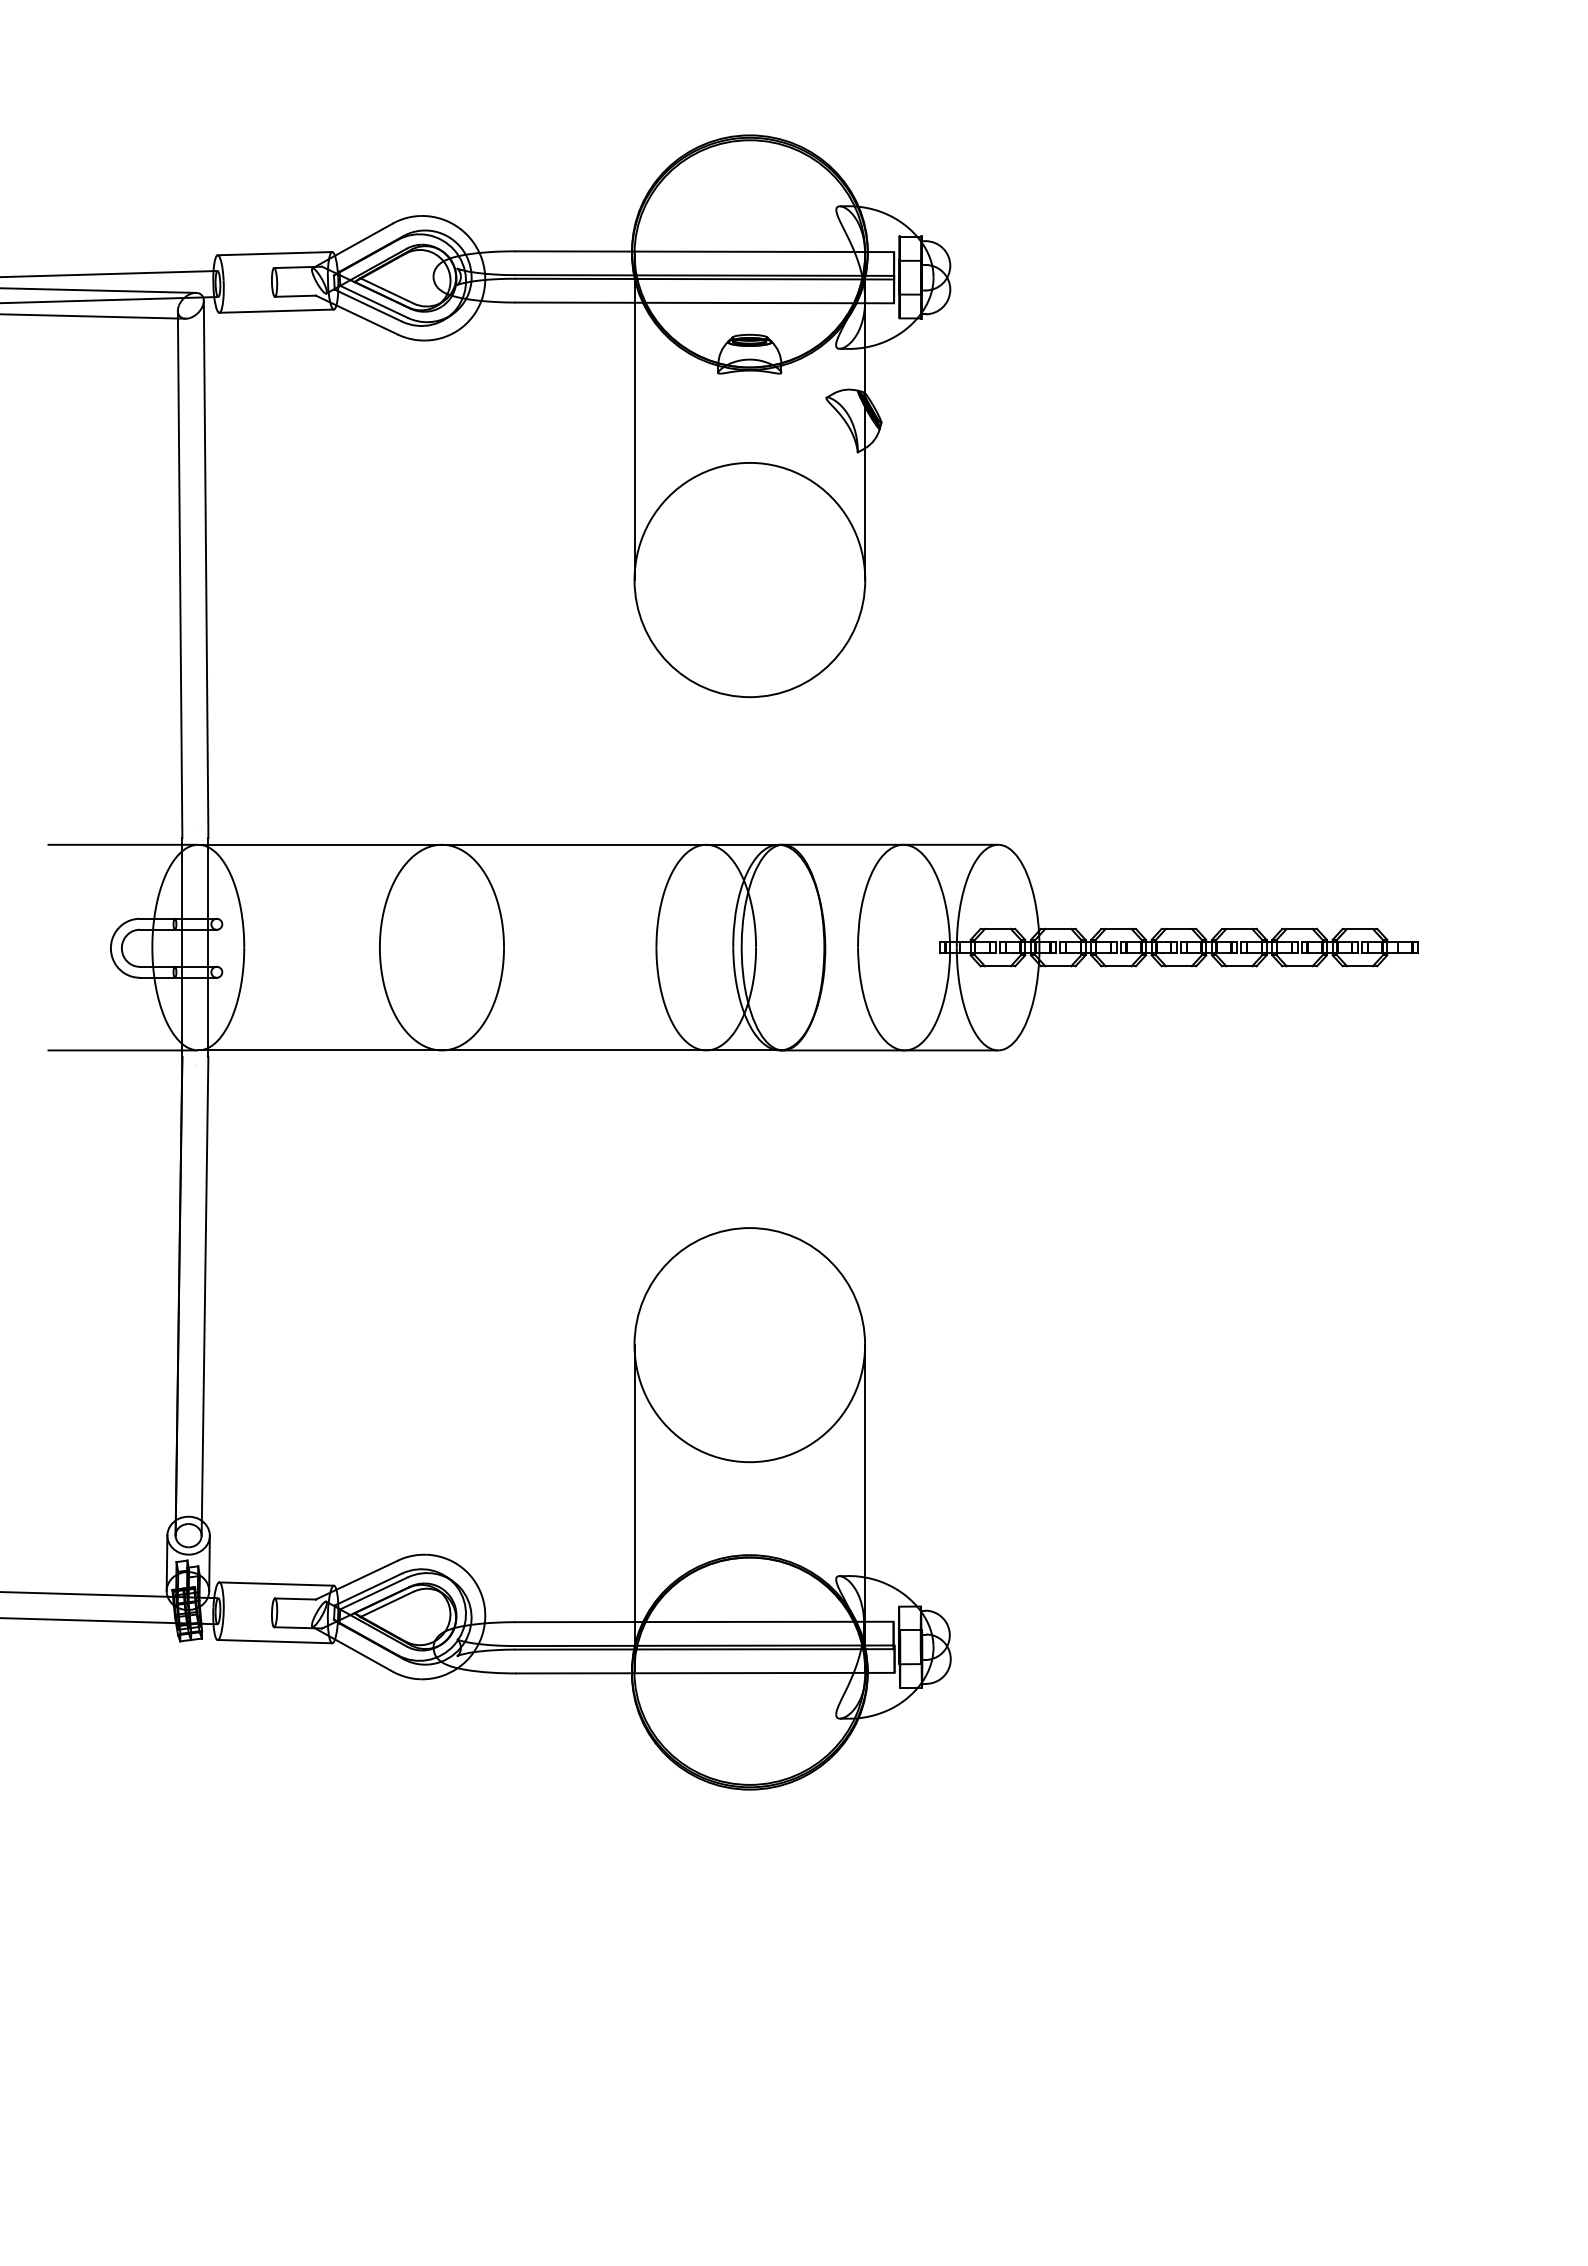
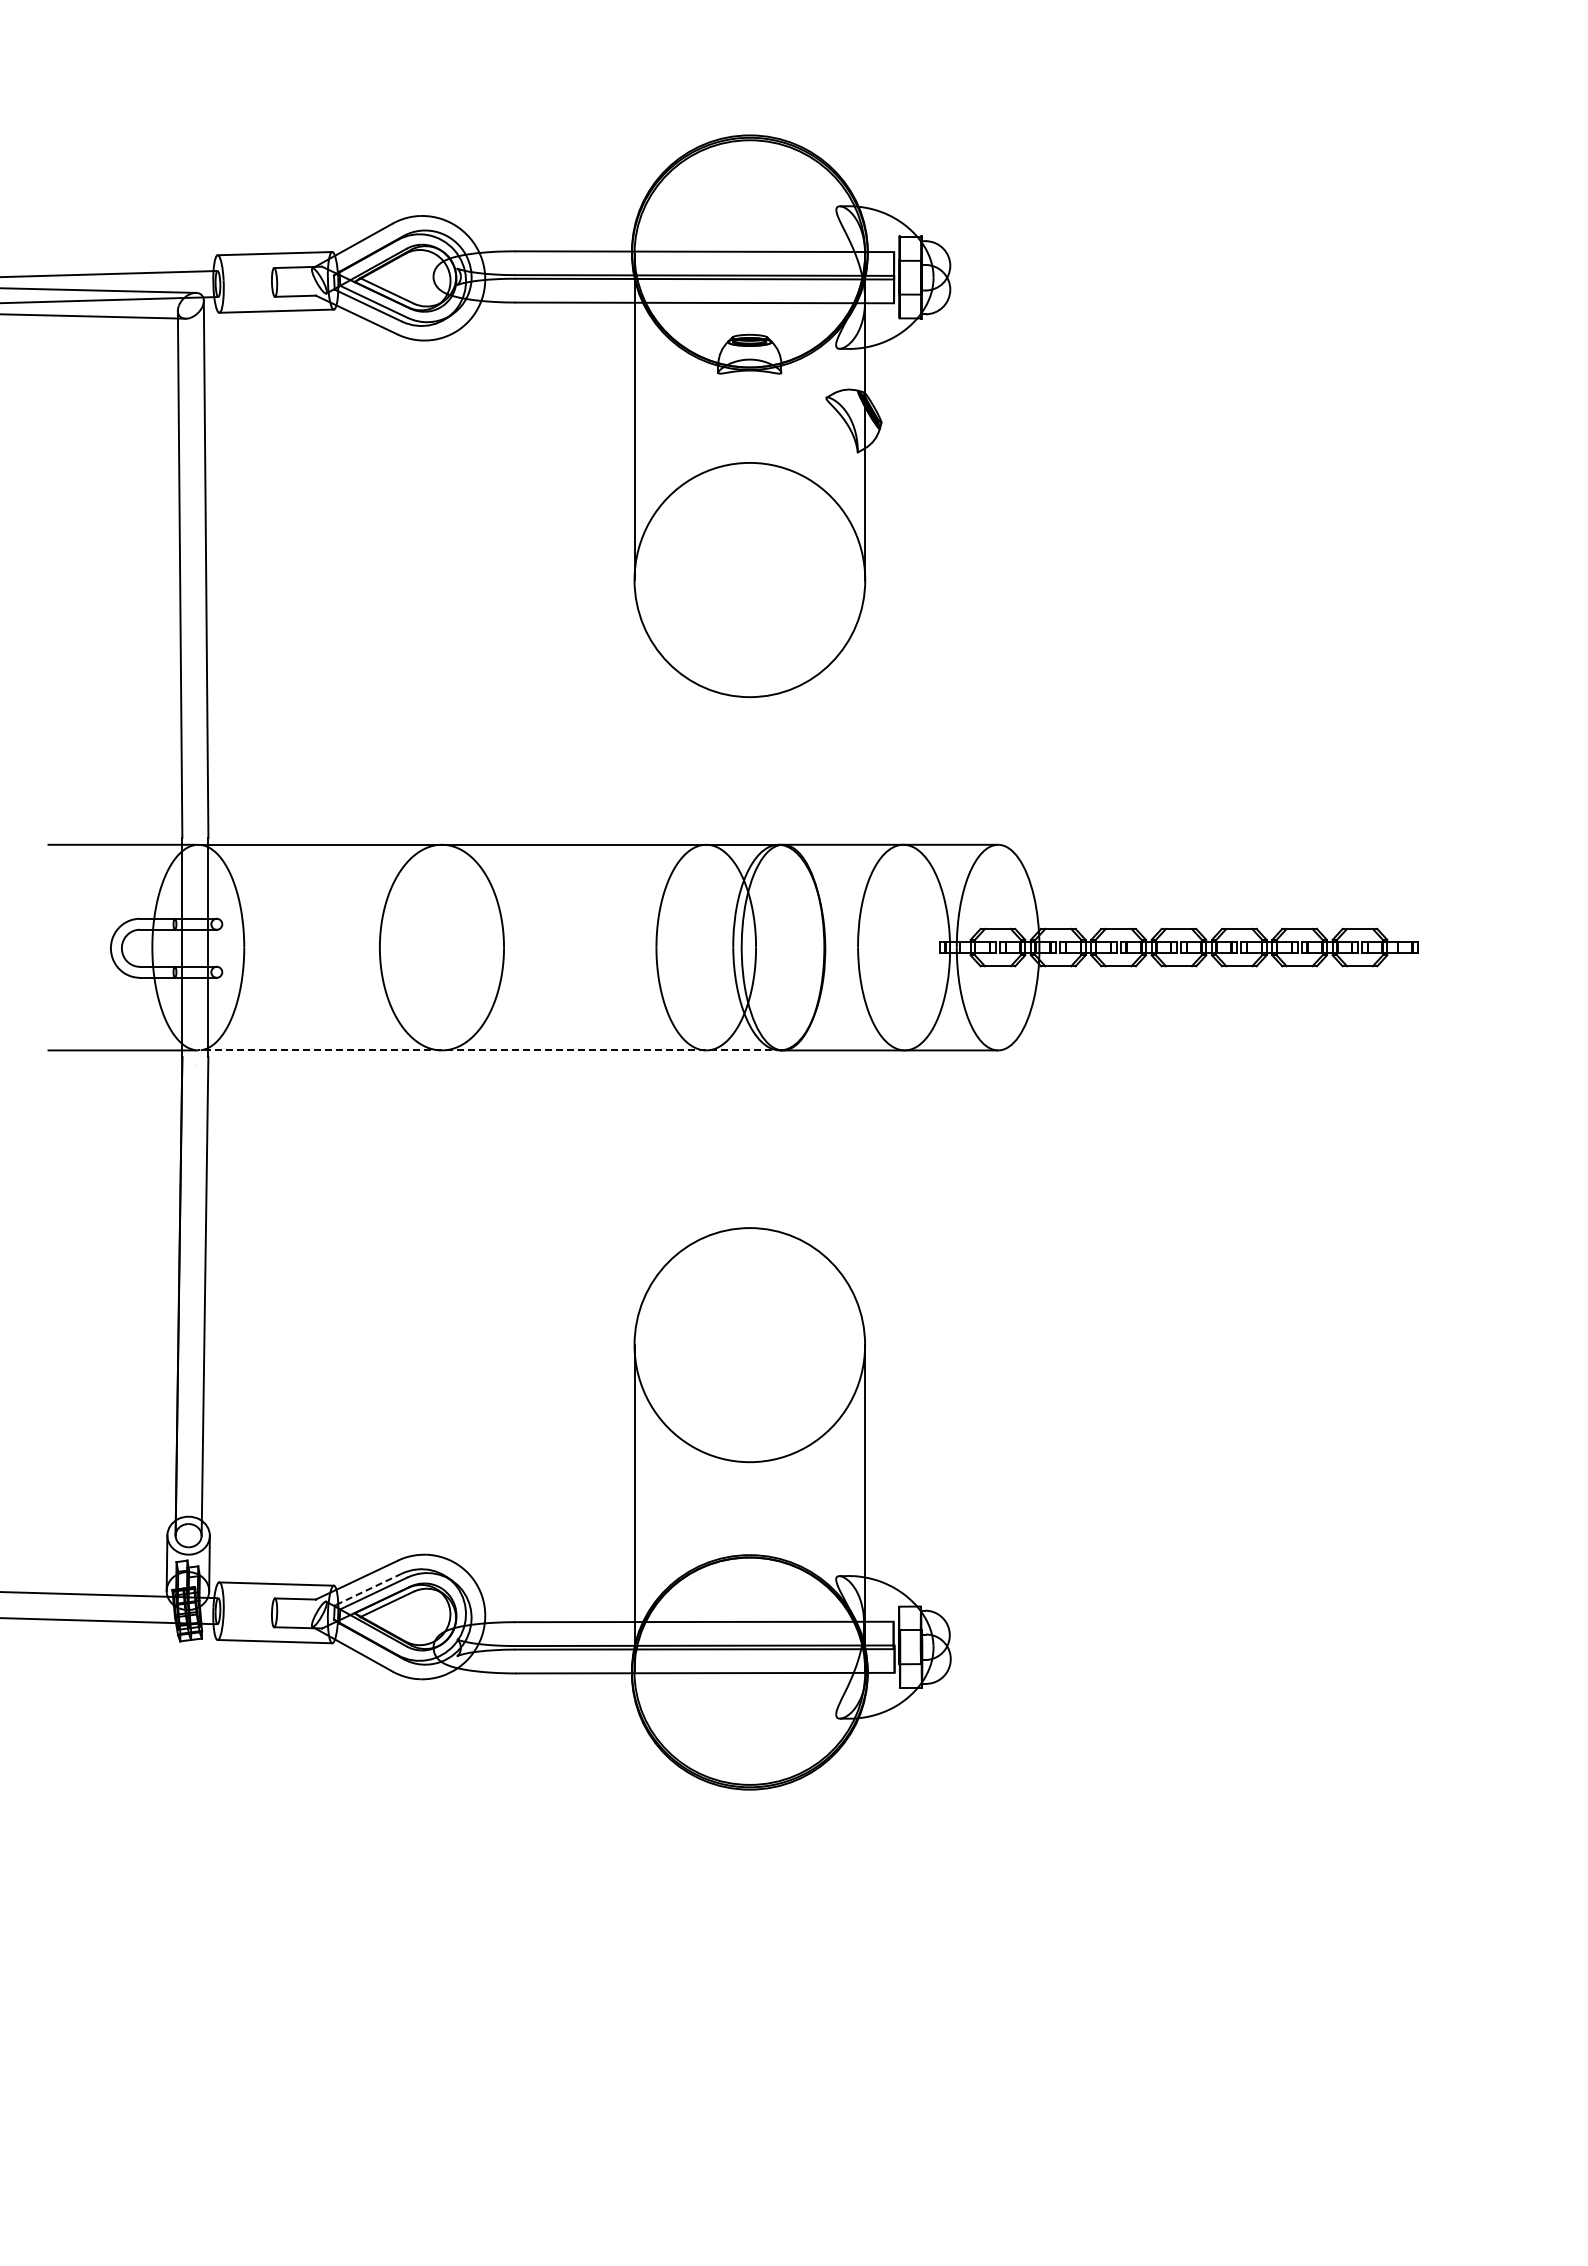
line at (490, 1050): solid -> dashed
line at (367, 1589): solid -> dashed
